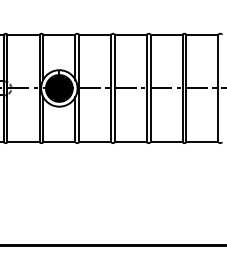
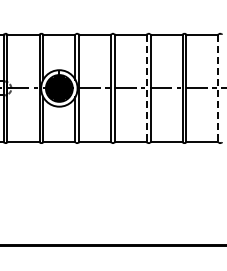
line at (146, 88): solid -> dashed
line at (218, 88): solid -> dashed
